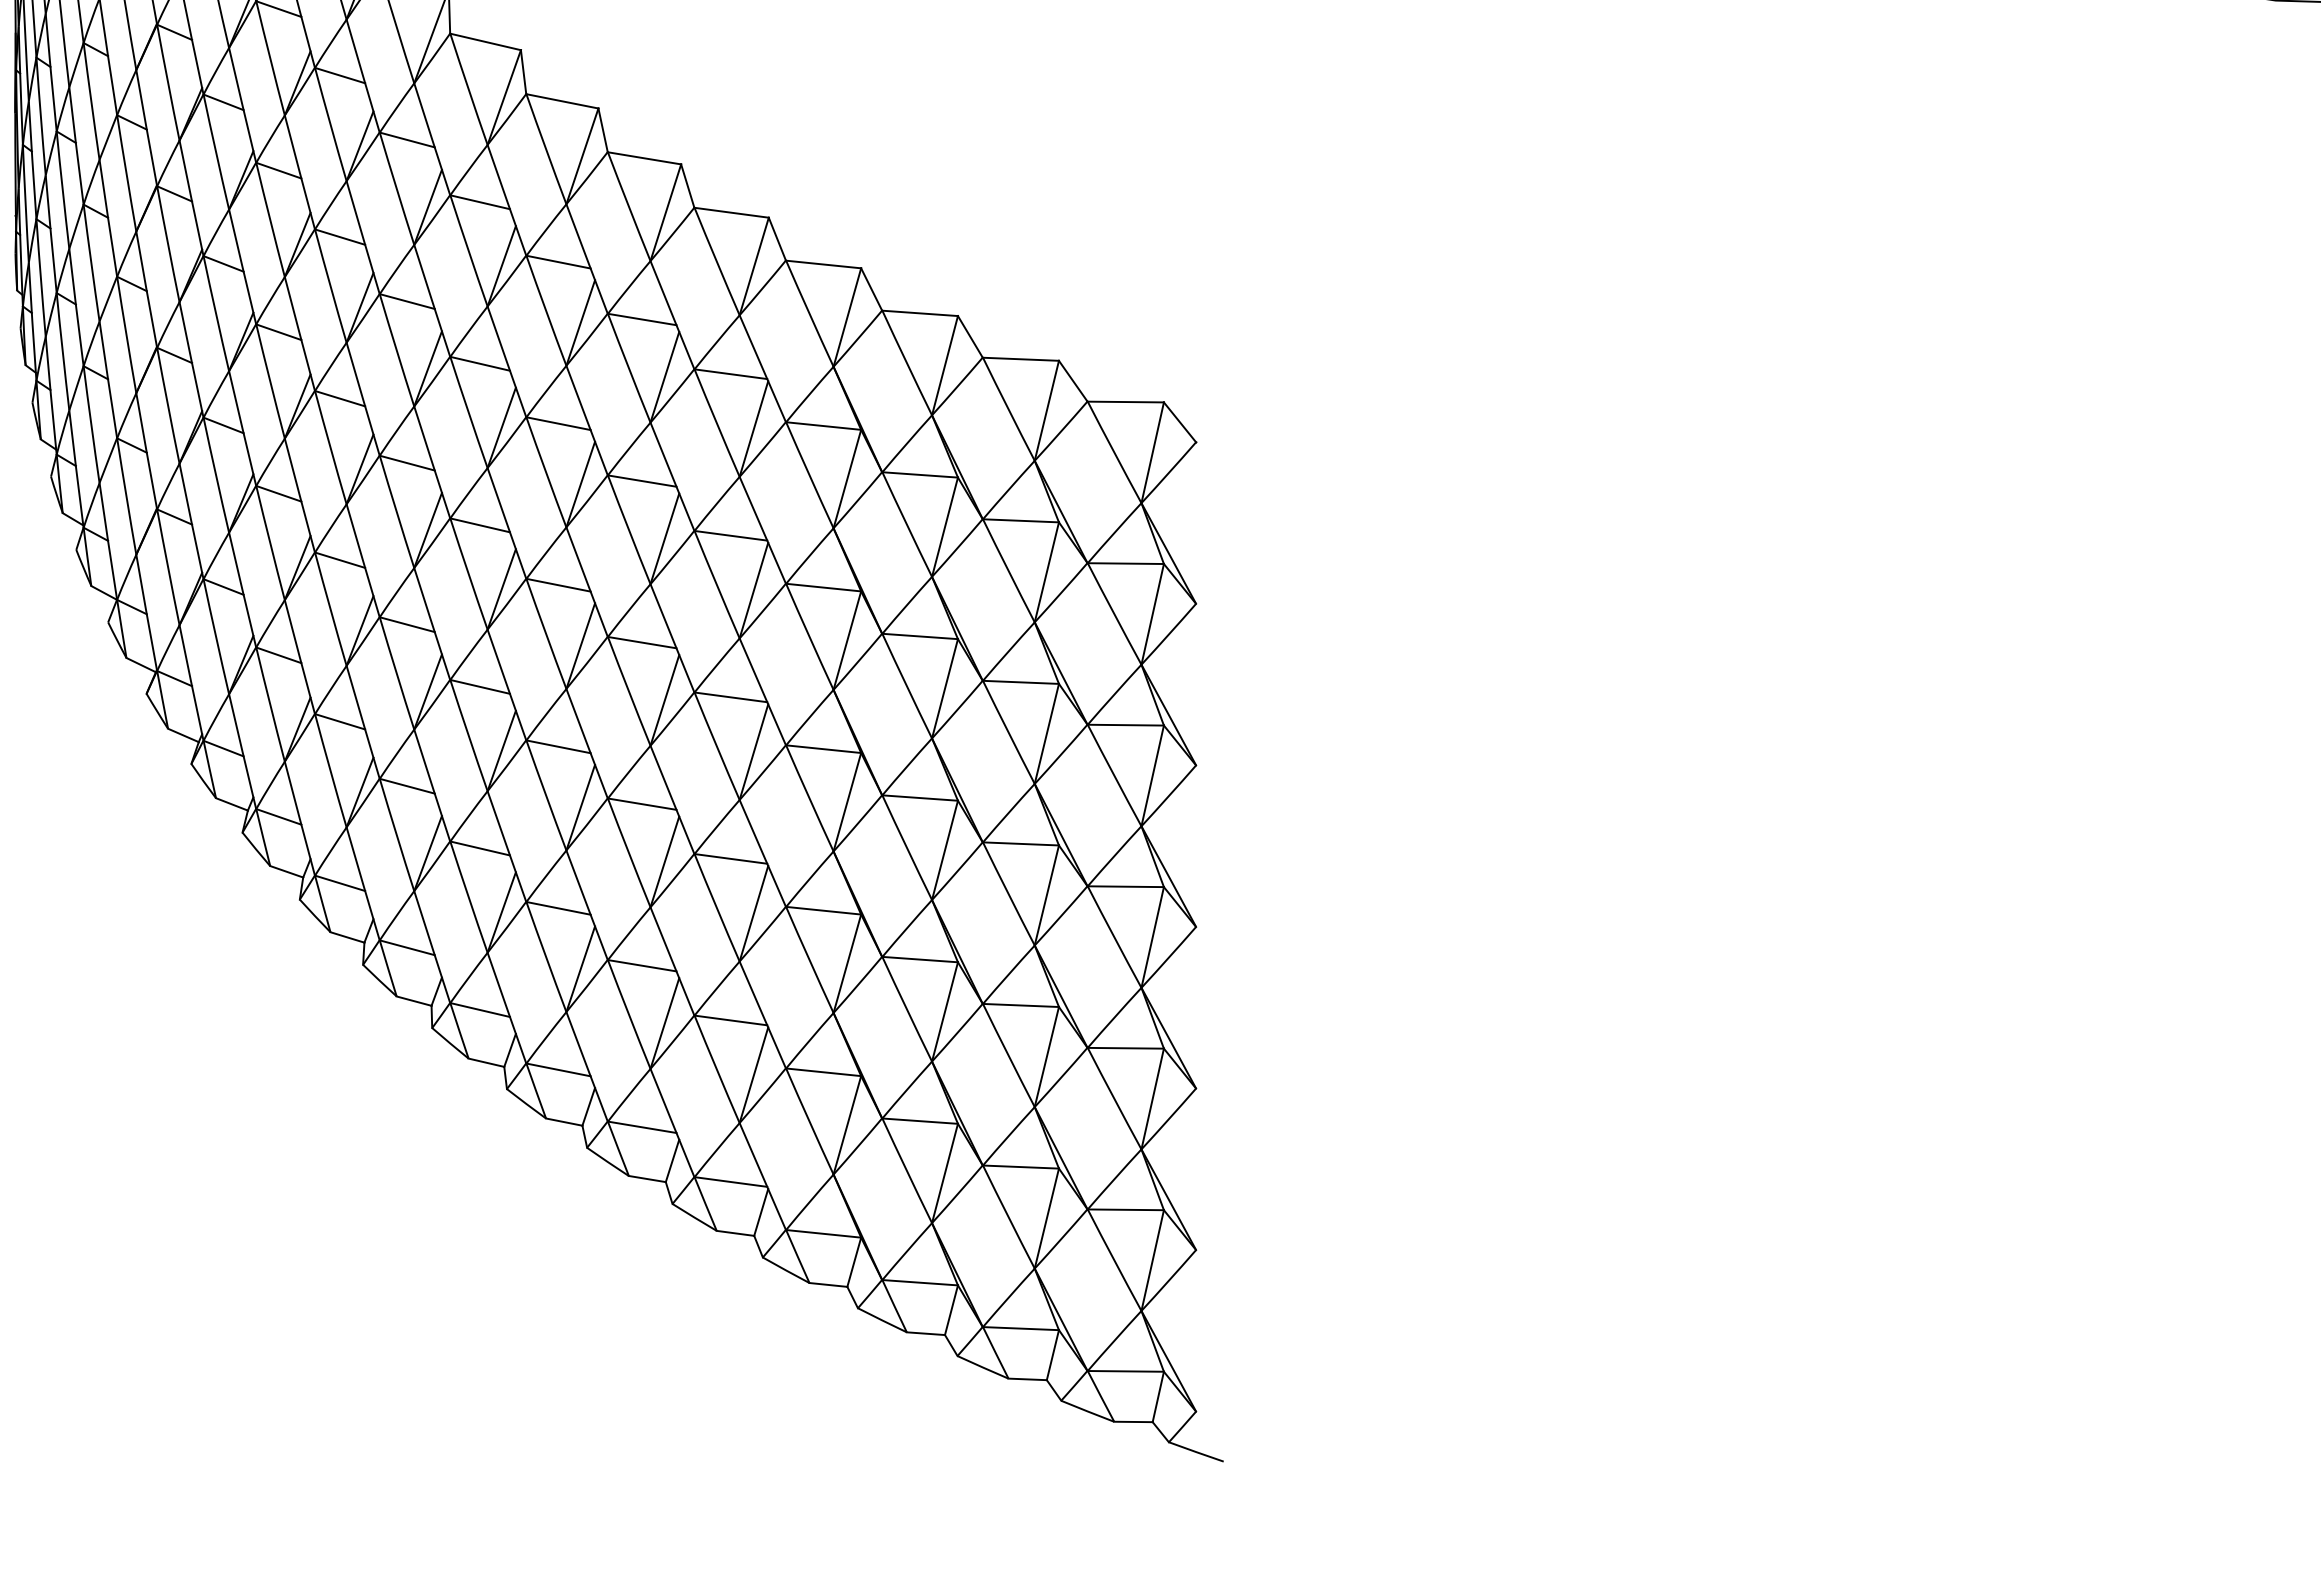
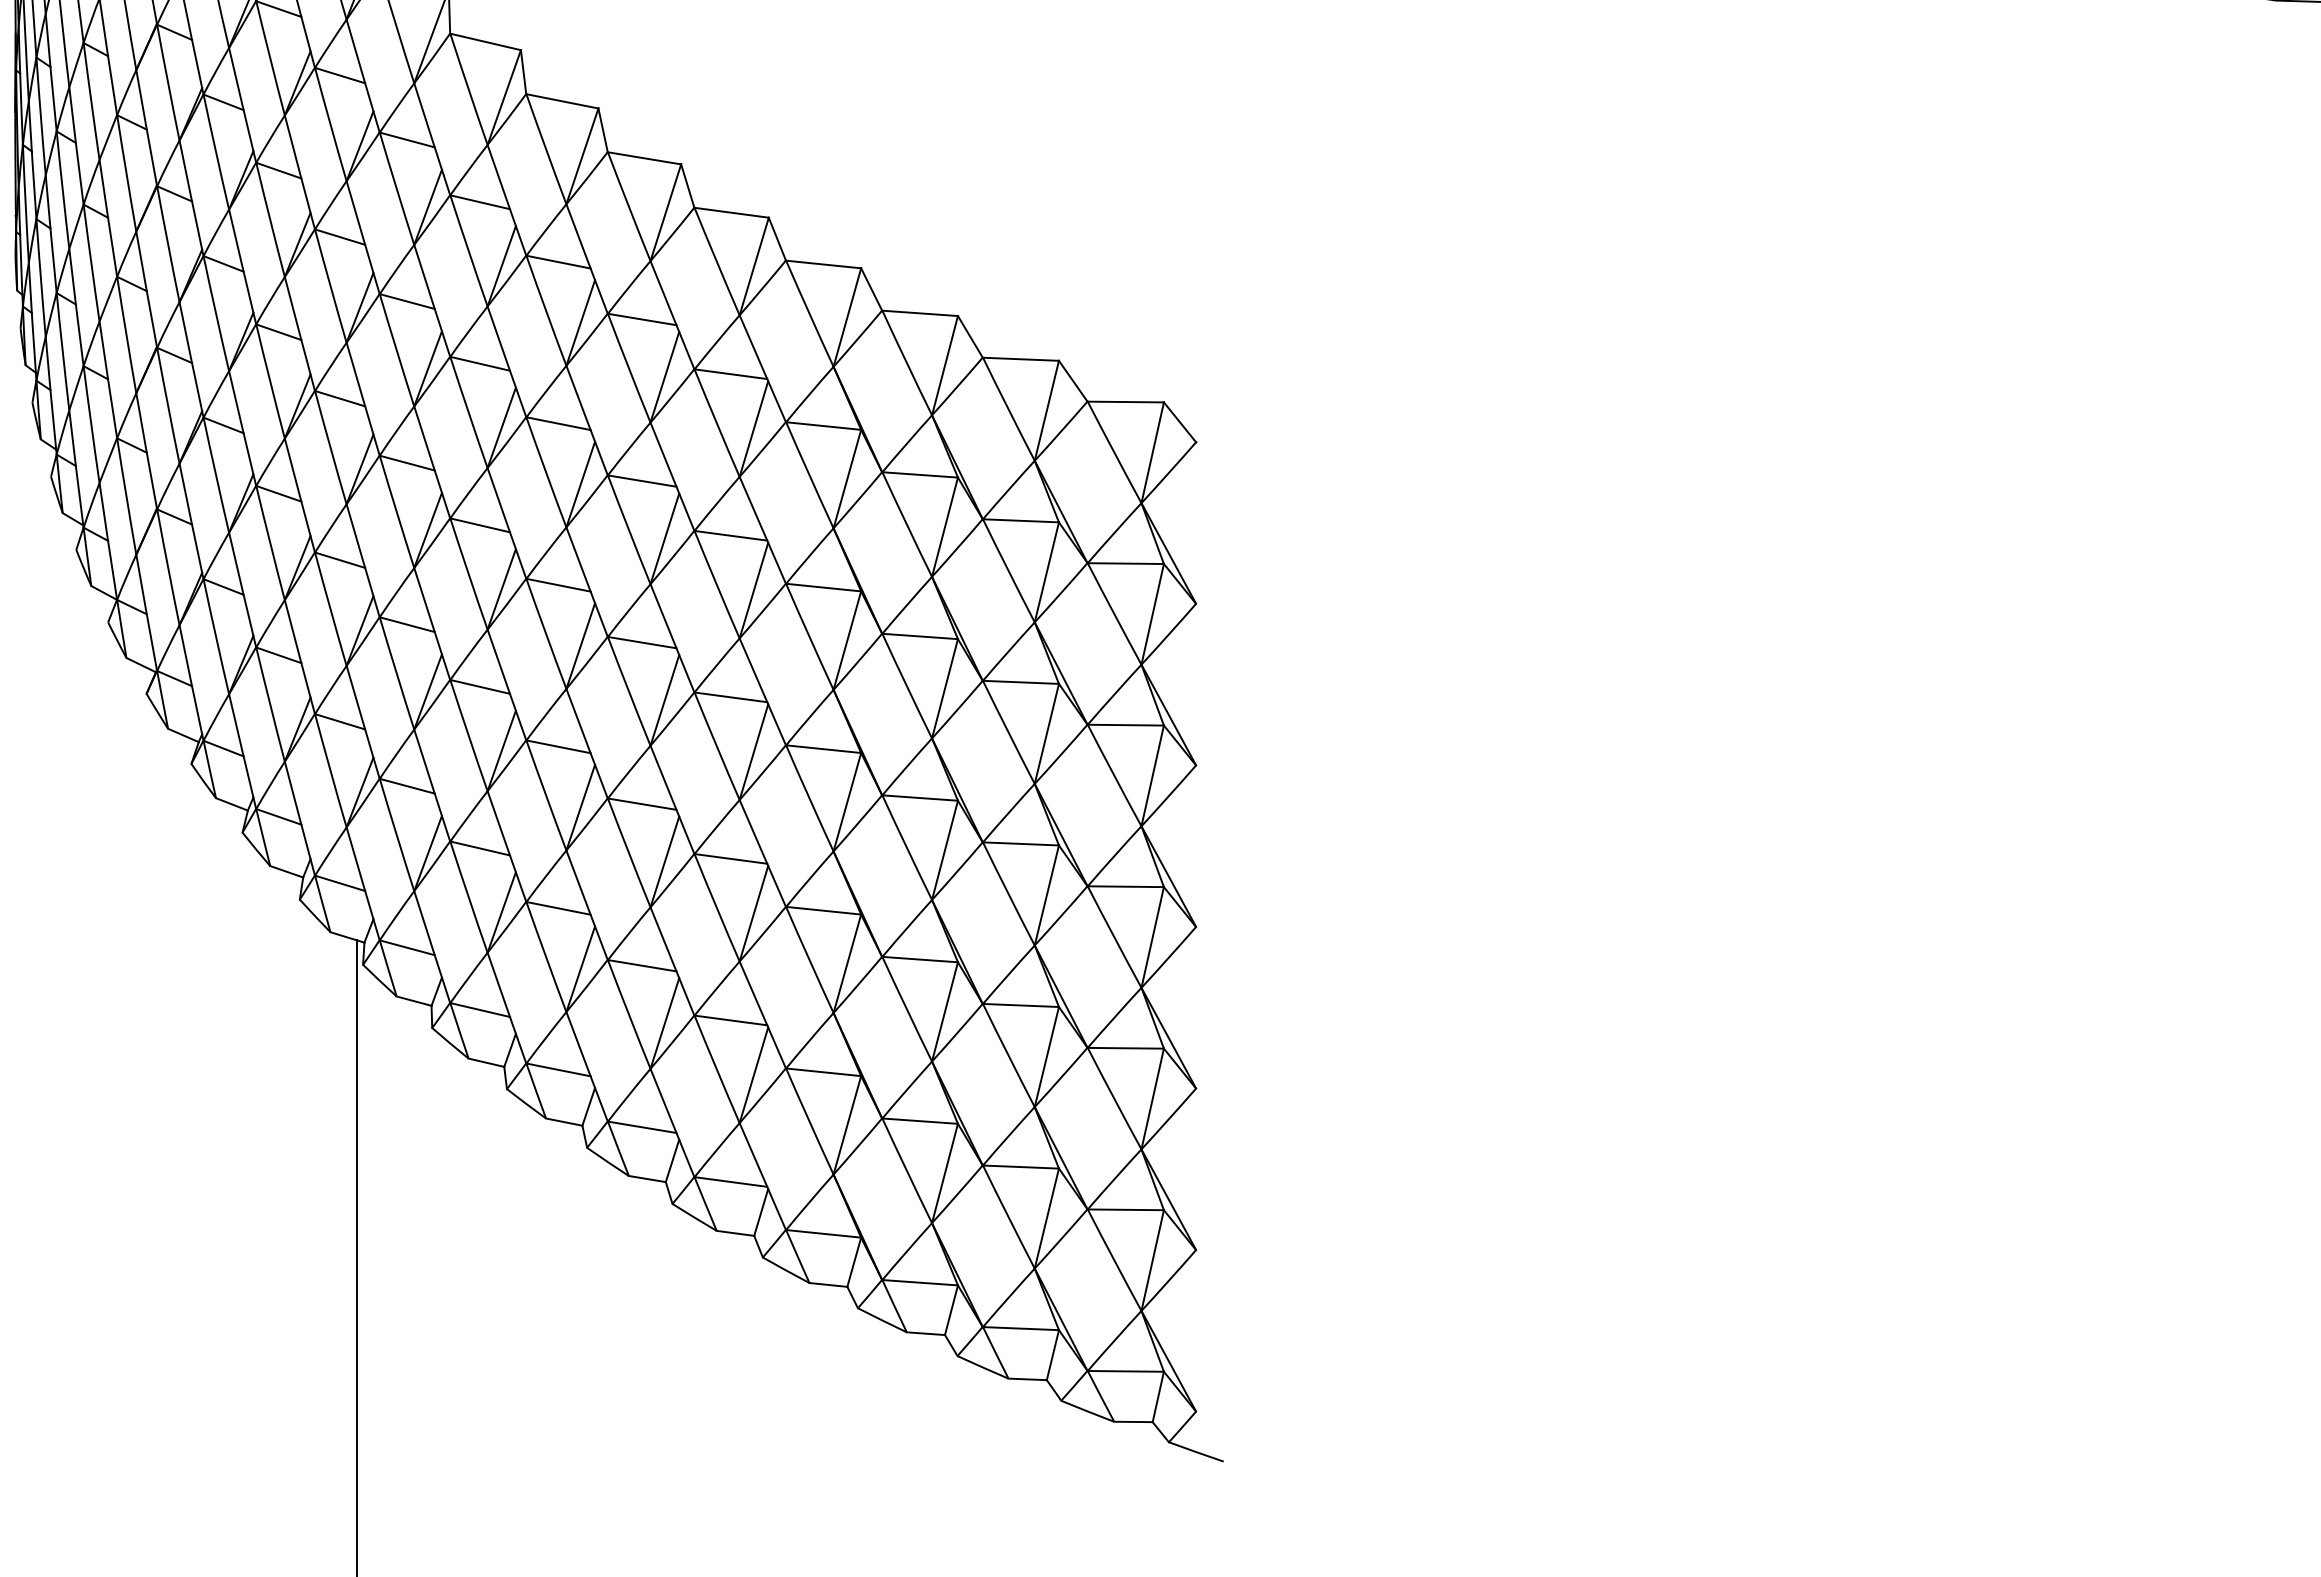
line at (357, 1256): none -> present
